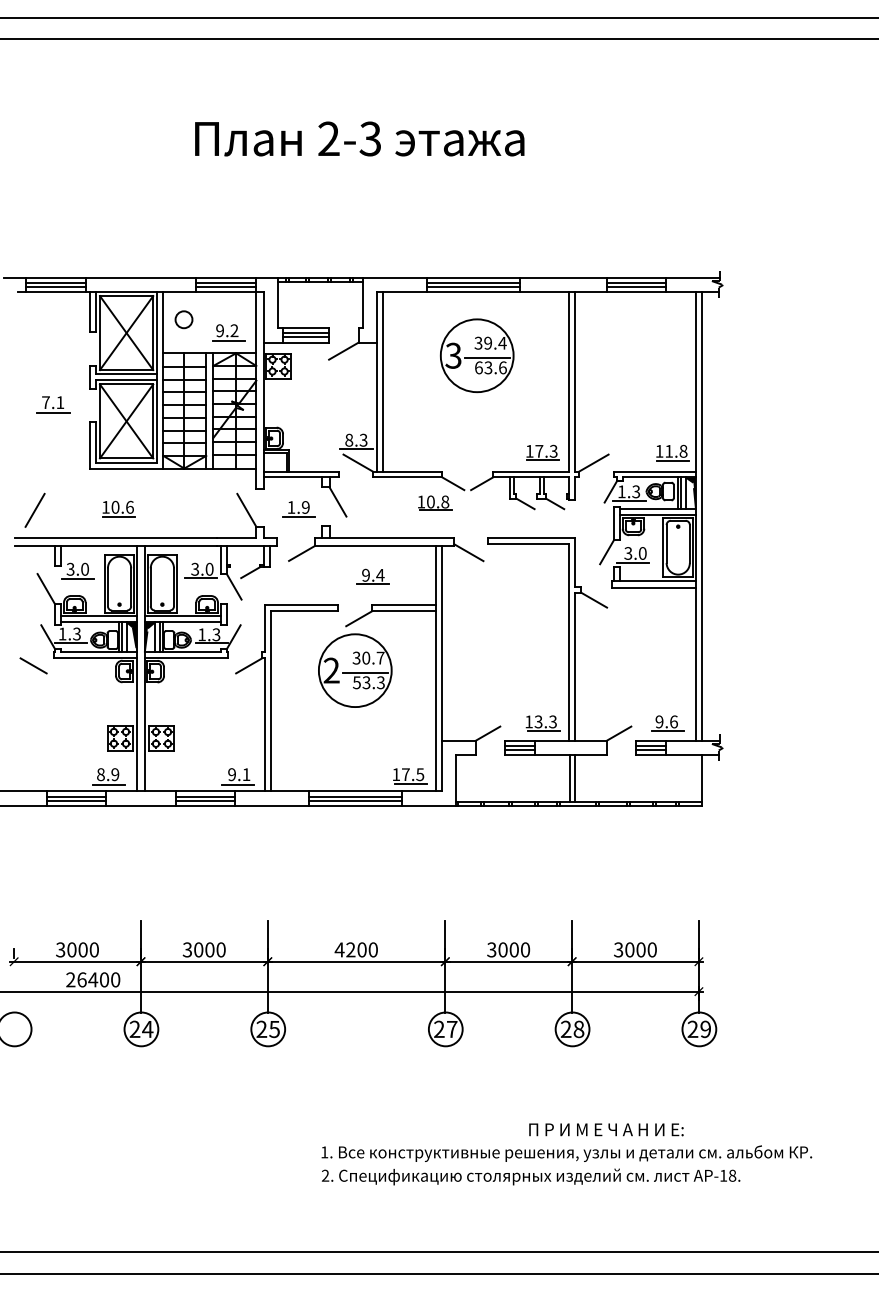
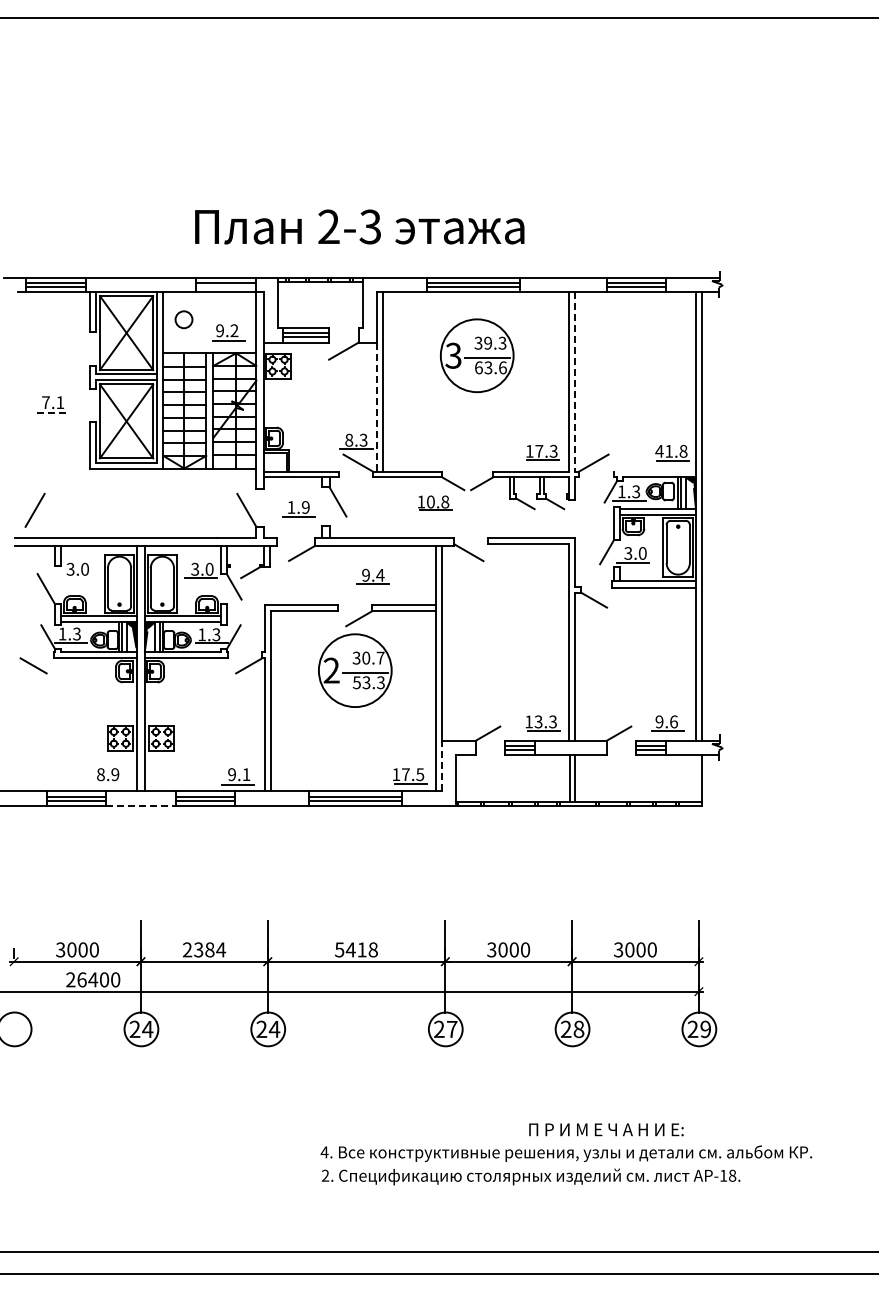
line at (438, 39): present -> none
text at (359, 138) position: (359, 138) -> (359, 226)
line at (225, 286): present -> none
text at (502, 342): 39.4 -> 39.3
line at (575, 381): solid -> dashed
line at (377, 407): solid -> dashed
line at (54, 413): solid -> dashed
text at (659, 451): 11.8 -> 41.8
line at (654, 471): present -> none
part at (118, 508): present -> none
line at (77, 578): present -> none
line at (441, 765): solid -> dashed
line at (108, 784): present -> none
line at (140, 805): solid -> dashed
text at (204, 949): 3000 -> 2384
text at (355, 949): 4200 -> 5418
text at (274, 1029): 25 -> 24
text at (324, 1152): 1. -> 4.
